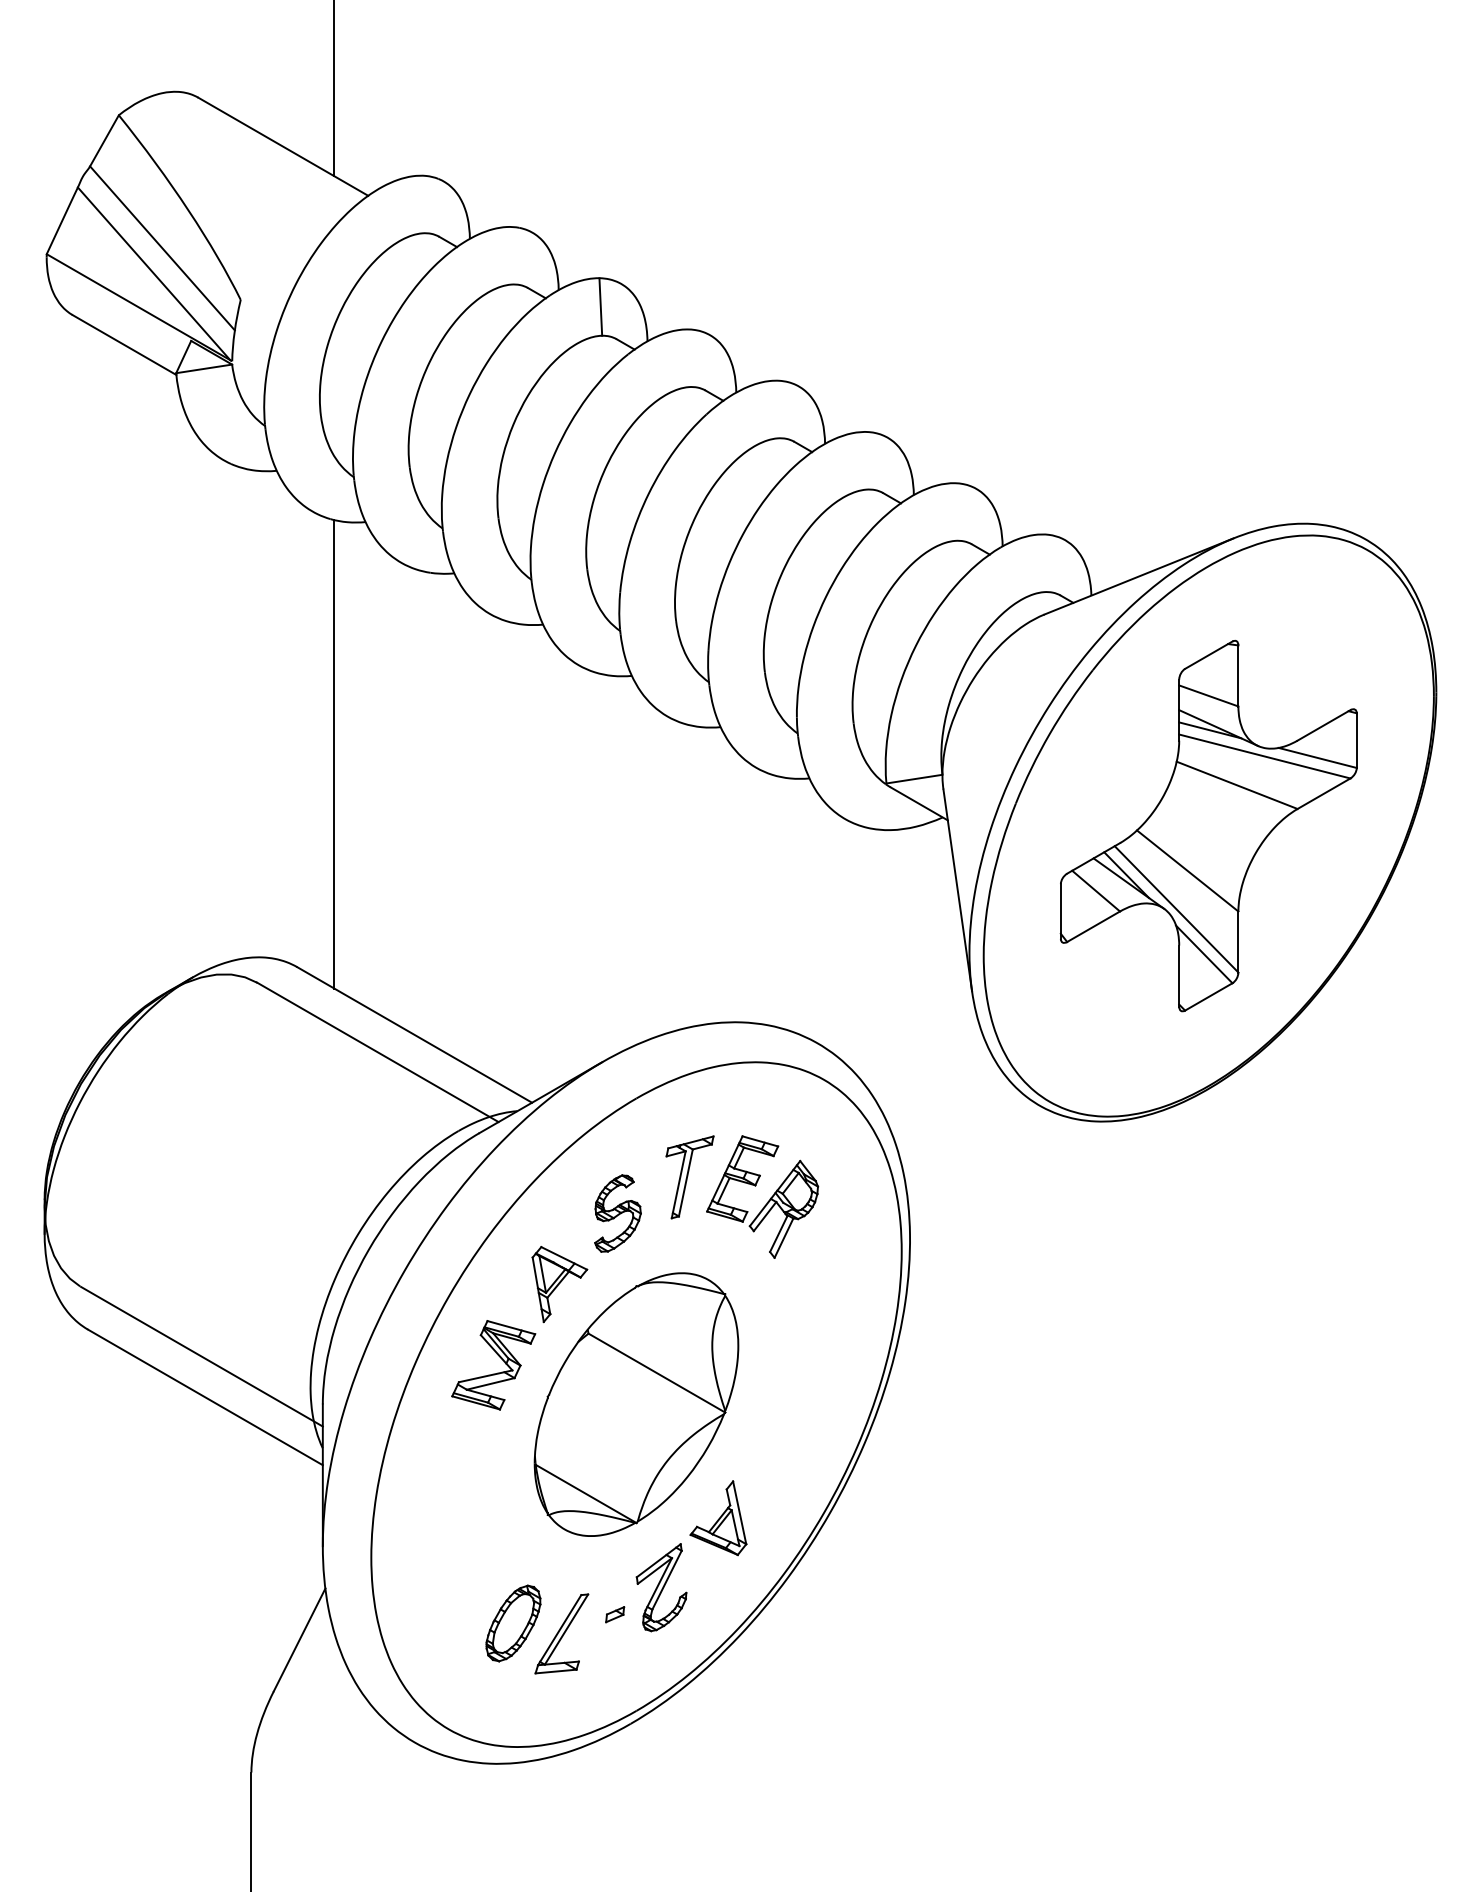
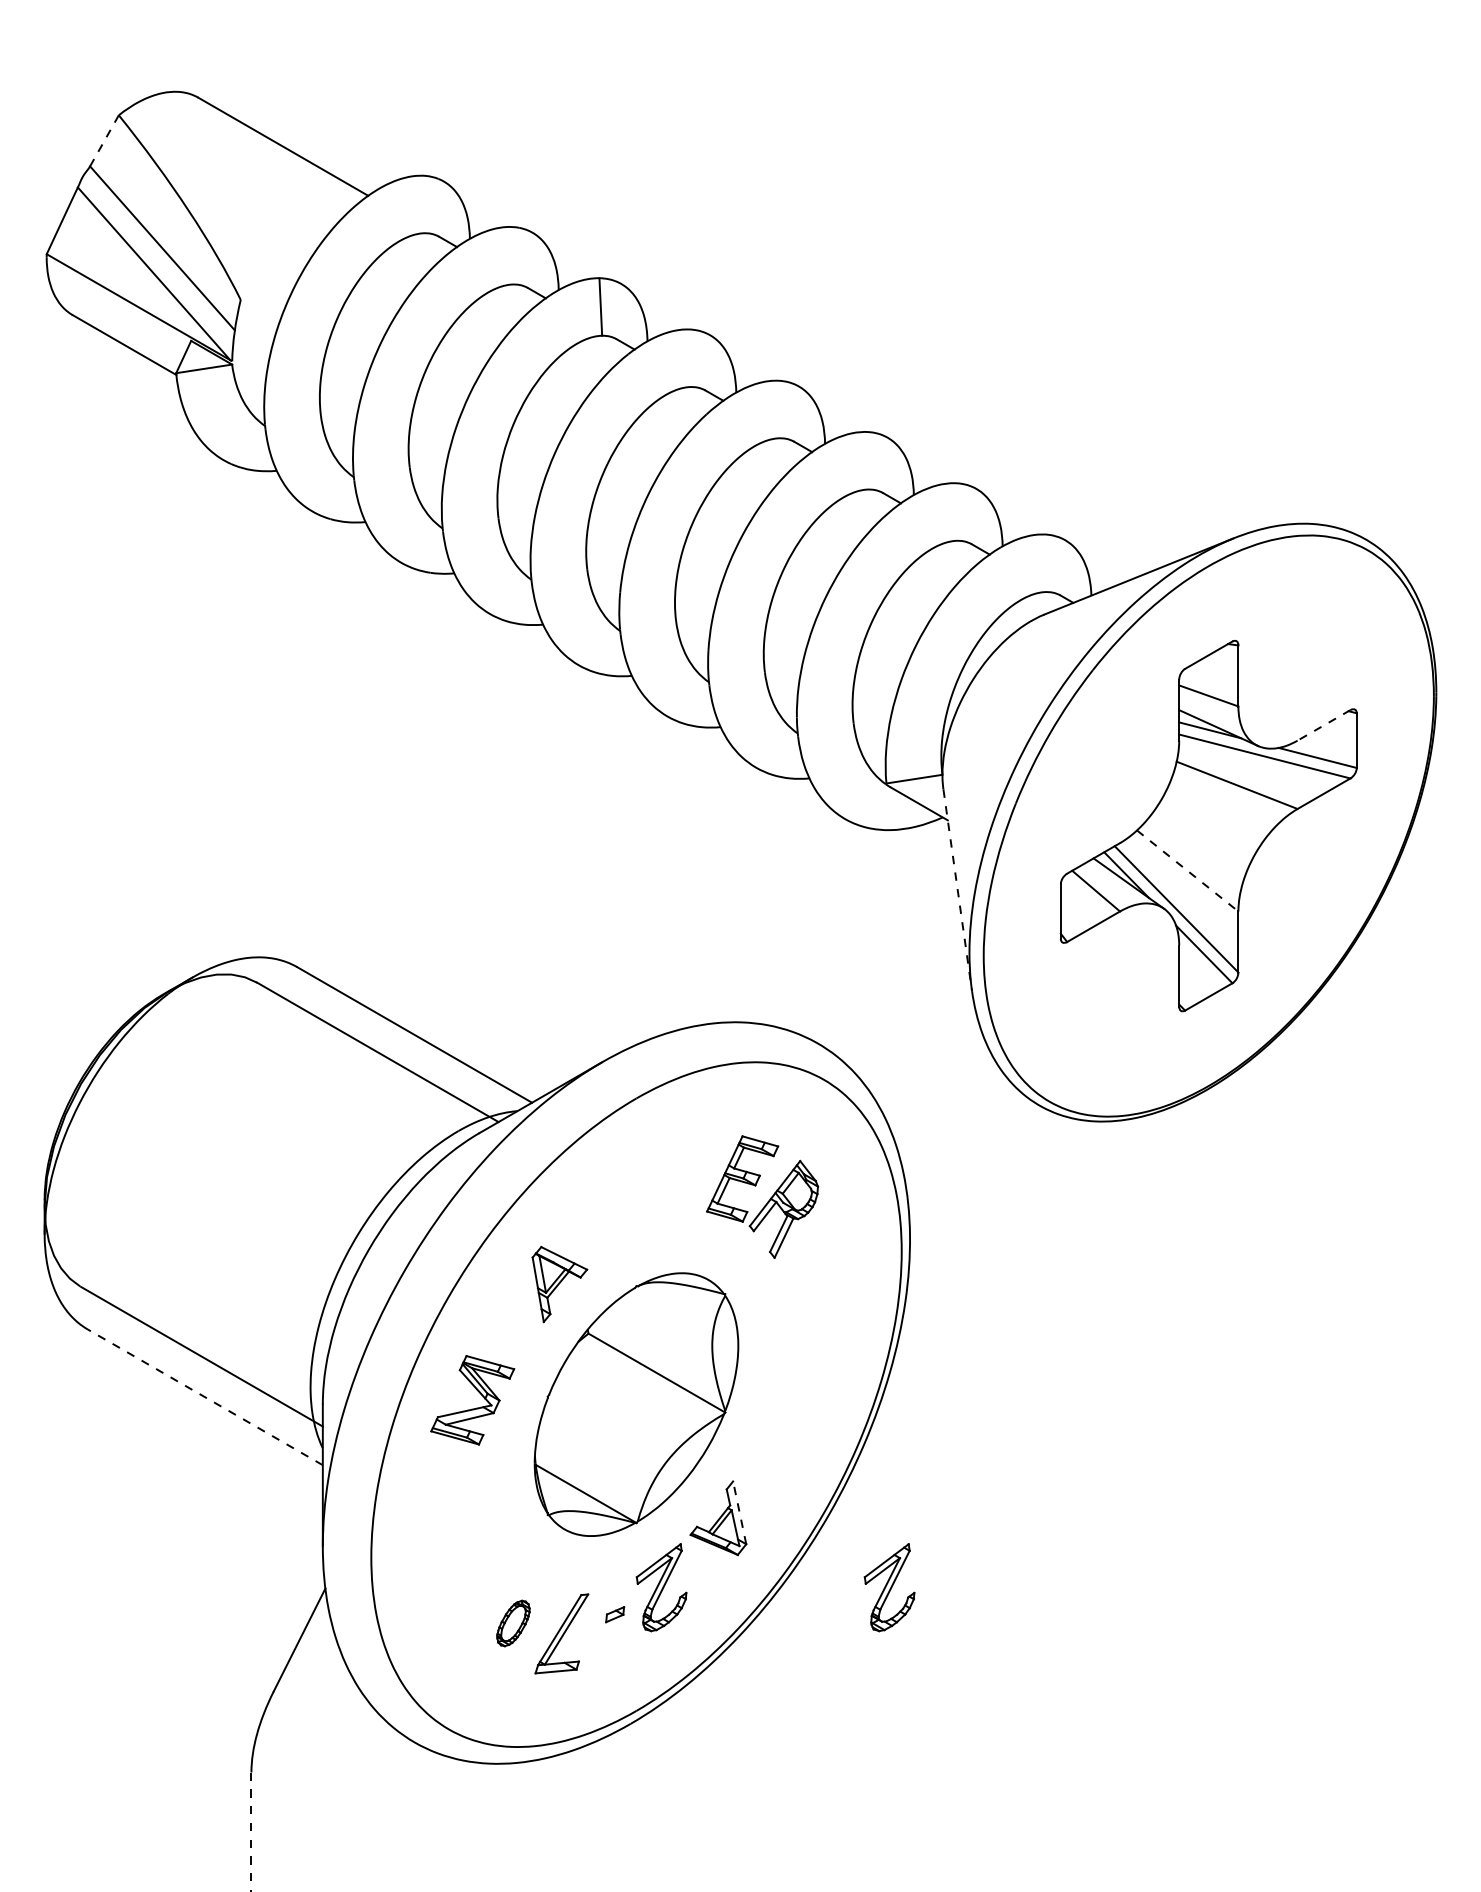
line at (334, 89): present -> none
line at (104, 140): solid -> dashed
line at (1324, 725): solid -> dashed
line at (334, 753): present -> none
line at (1187, 870): solid -> dashed
line at (957, 890): solid -> dashed
part at (689, 1177): present -> none
part at (617, 1213): present -> none
part at (493, 1373) position: (493, 1373) -> (472, 1408)
line at (205, 1397): solid -> dashed
line at (739, 1512): solid -> dashed
part at (889, 1587): none -> present
part at (513, 1623) size: 57x79 px -> 35x49 px
line at (251, 1832): solid -> dashed
